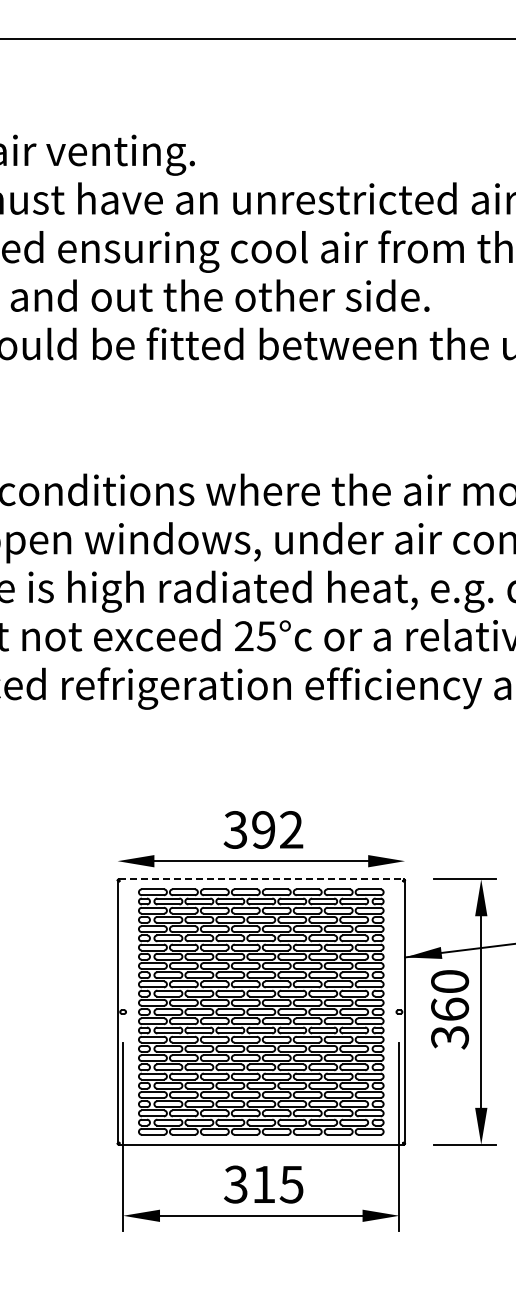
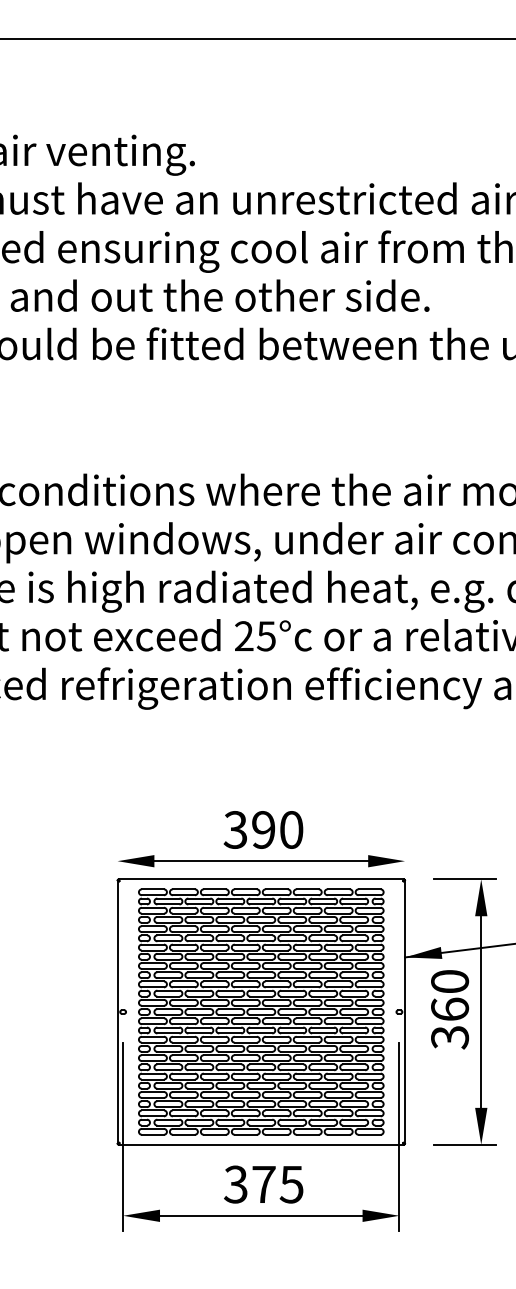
text at (291, 829): 392 -> 390
line at (261, 879): dashed -> solid
text at (263, 1184): 315 -> 375
